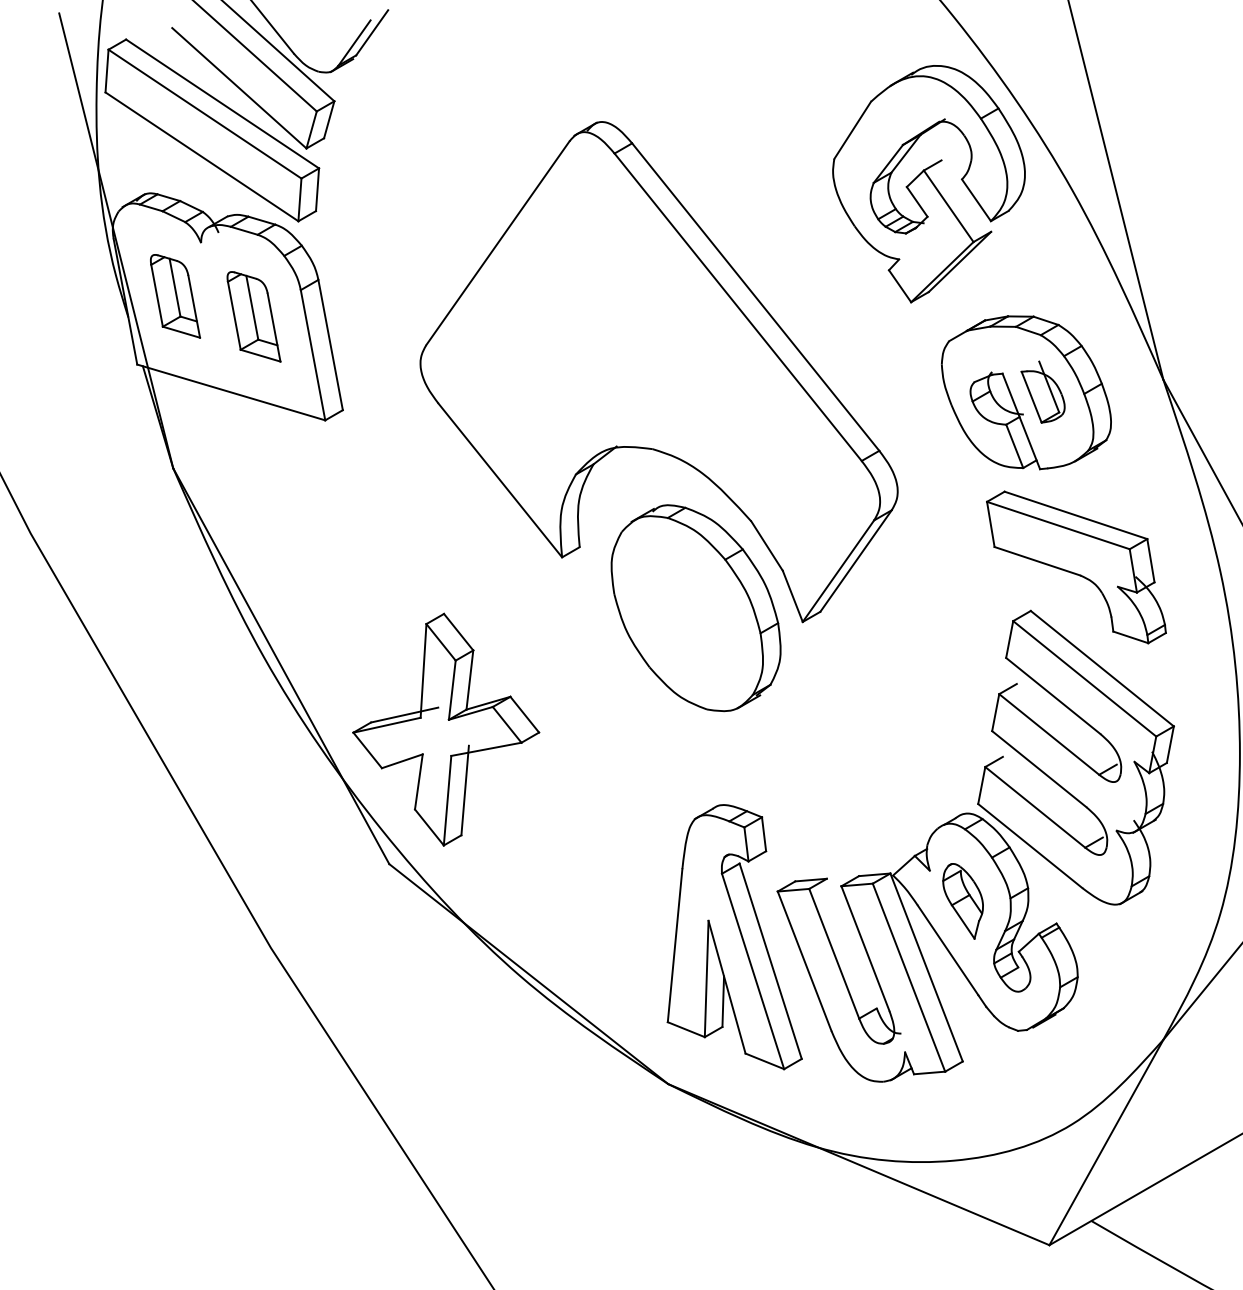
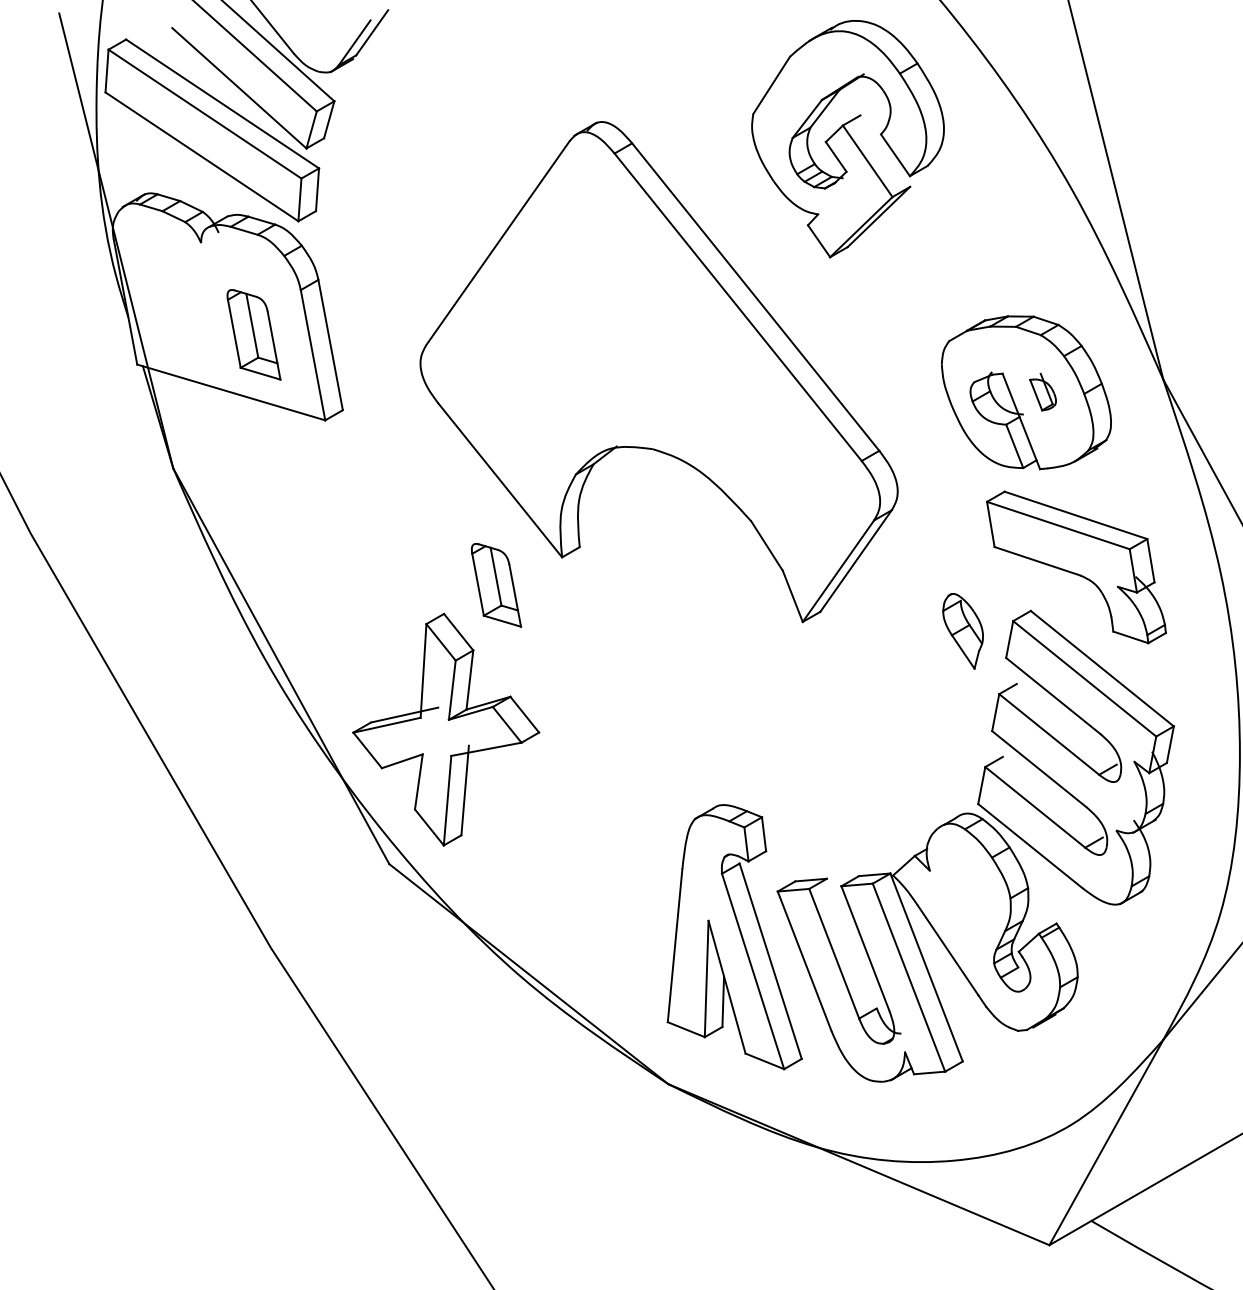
part at (928, 184) position: (928, 184) -> (847, 139)
part at (175, 296) position: (175, 296) -> (496, 585)
part at (253, 316) position: (253, 316) -> (253, 334)
part at (1042, 391) size: 46x64 px -> 28x40 px
part at (695, 608): present -> none
part at (962, 901) position: (962, 901) -> (962, 631)
